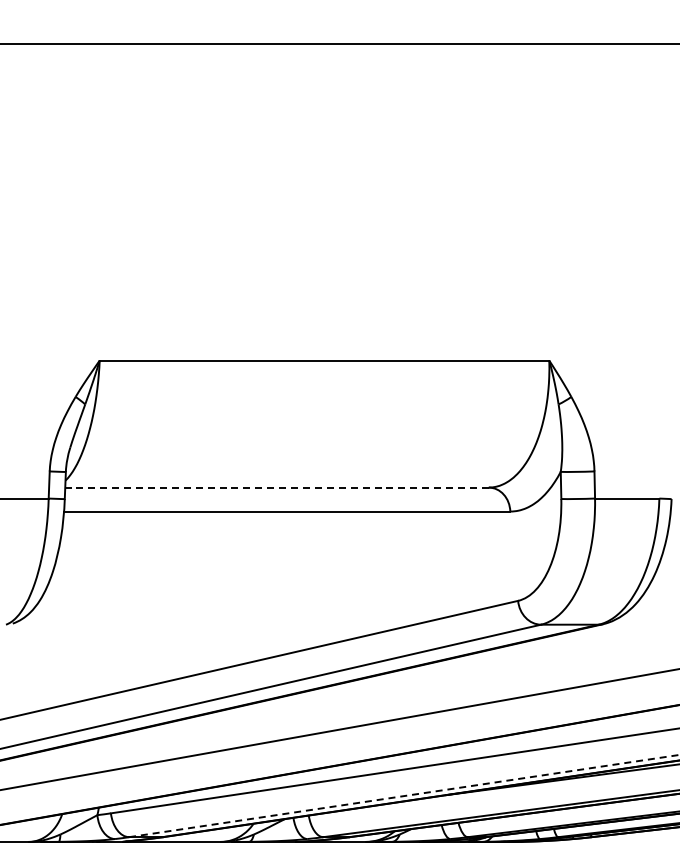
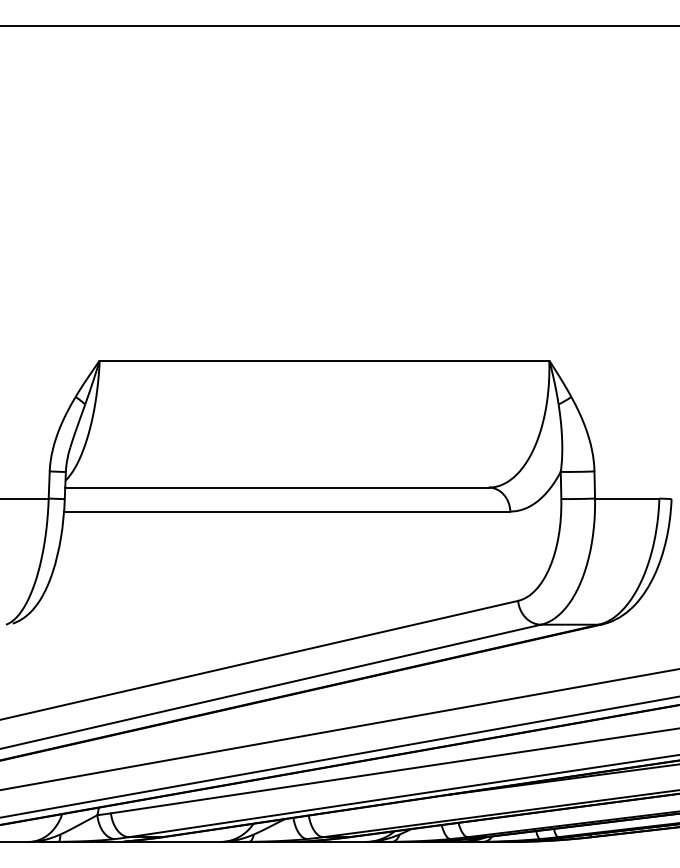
line at (339, 44) position: (339, 44) -> (339, 26)
line at (277, 487): dashed -> solid
line at (339, 757): none -> present
line at (404, 795): dashed -> solid
